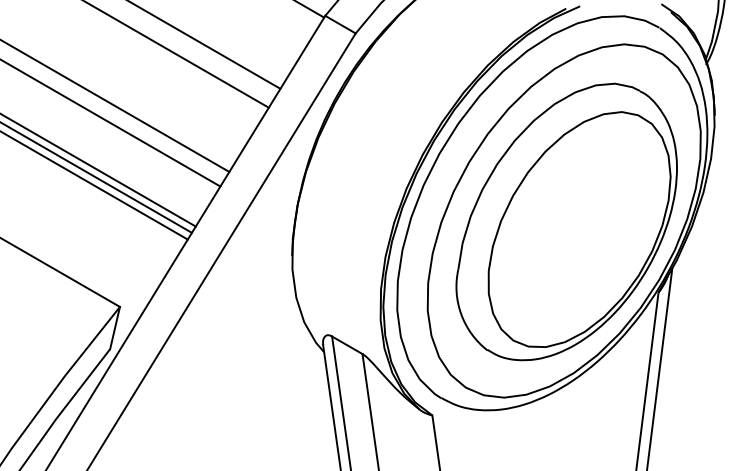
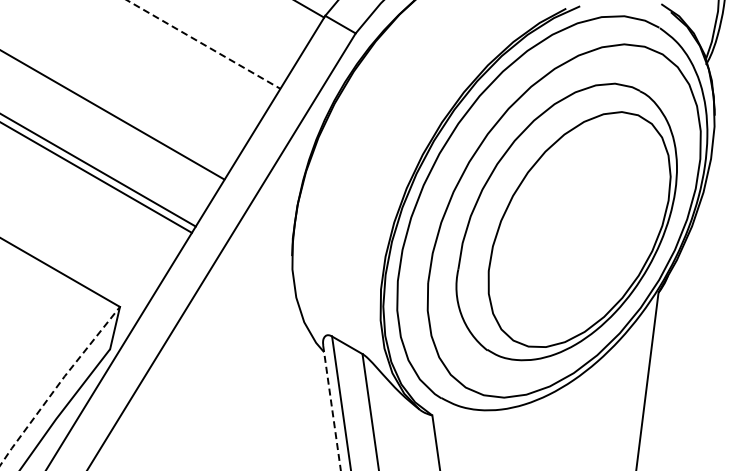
line at (204, 44): solid -> dashed
line at (177, 54): present -> none
line at (115, 105): present -> none
line at (111, 123) position: (111, 123) -> (113, 115)
line at (94, 185): present -> none
line at (659, 368): present -> none
line at (58, 385): solid -> dashed
line at (332, 408): solid -> dashed
